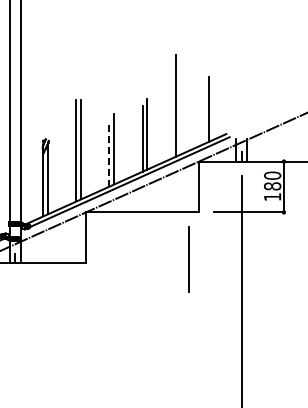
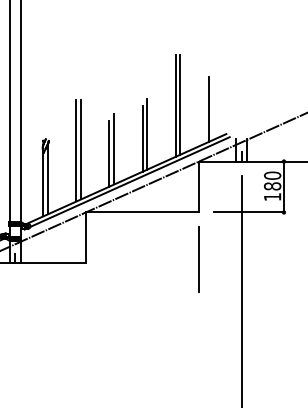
line at (180, 104): none -> present
line at (109, 153): dashed -> solid
line at (188, 259) position: (188, 259) -> (198, 259)
